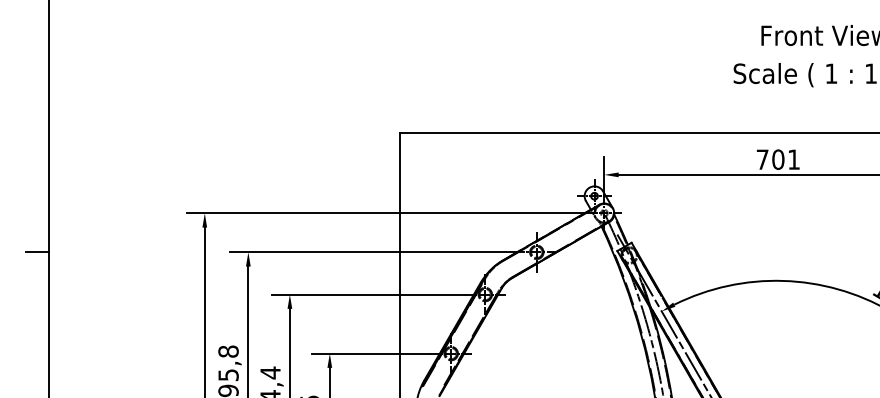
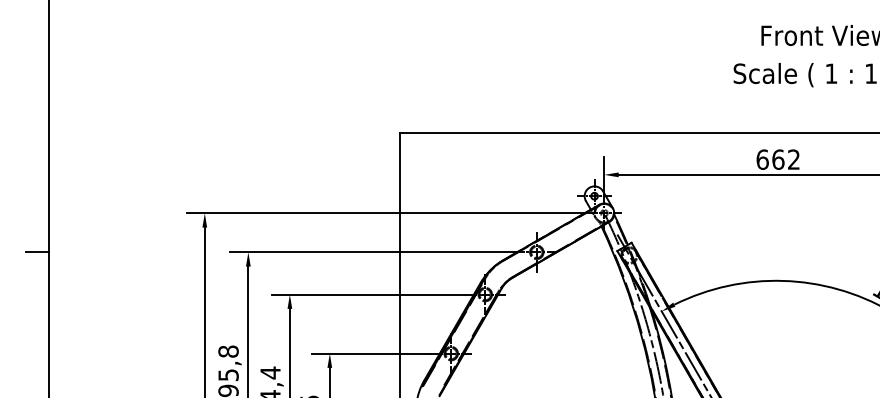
text at (777, 159): 701 -> 662
